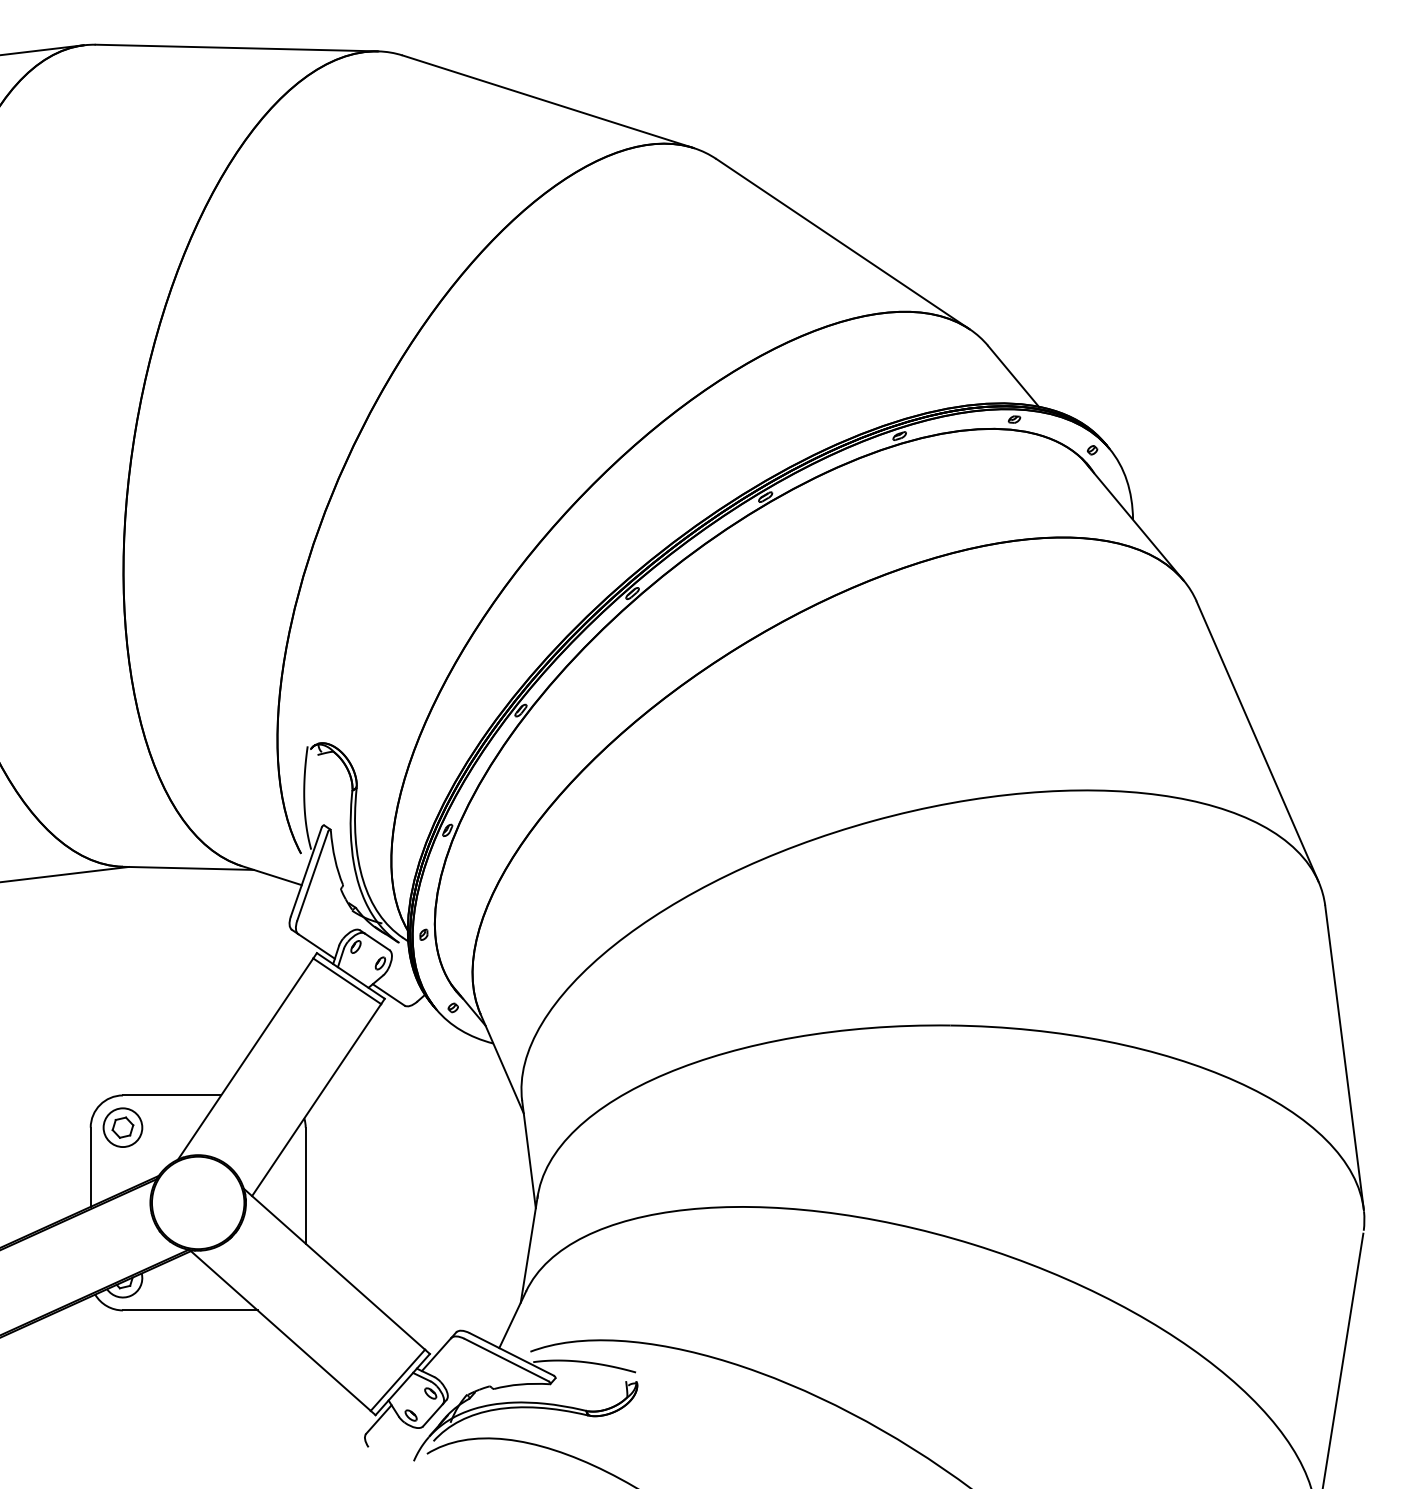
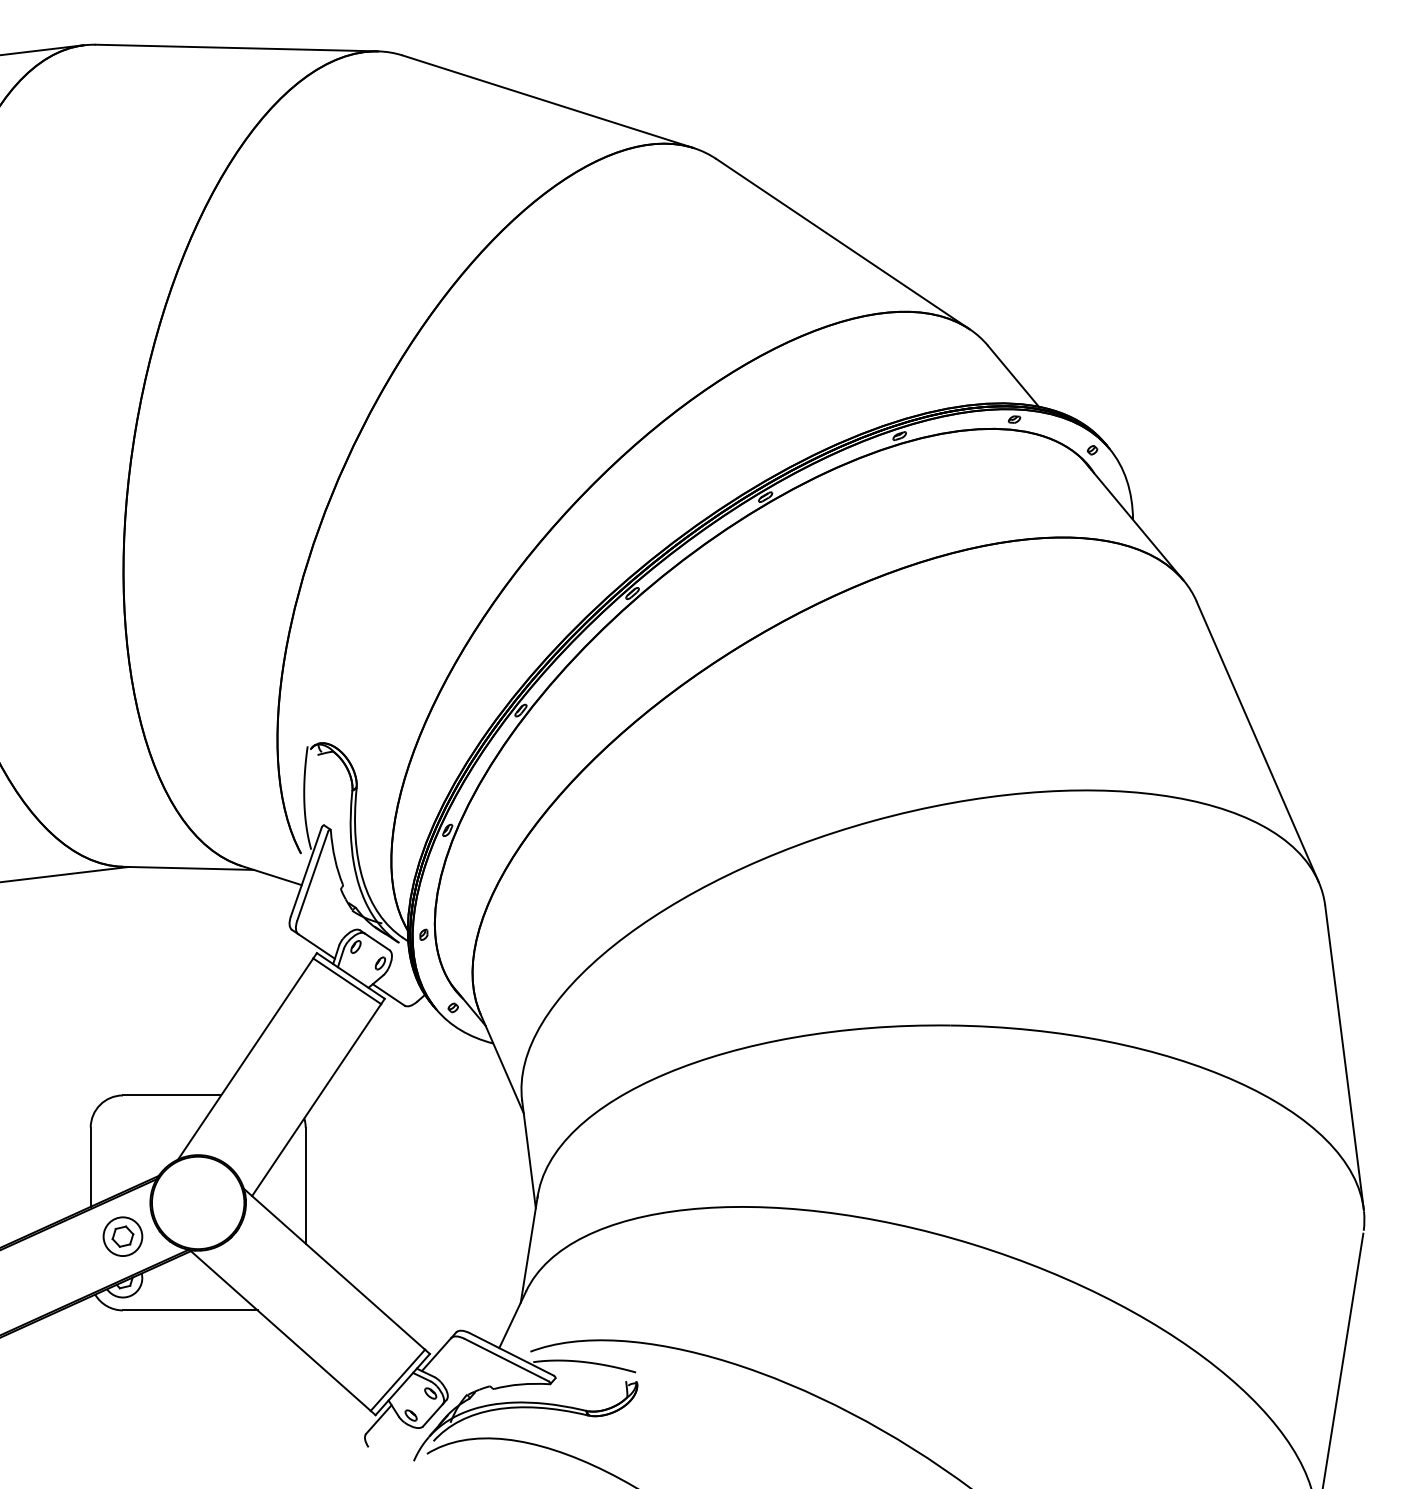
part at (122, 1127) position: (122, 1127) -> (122, 1236)
